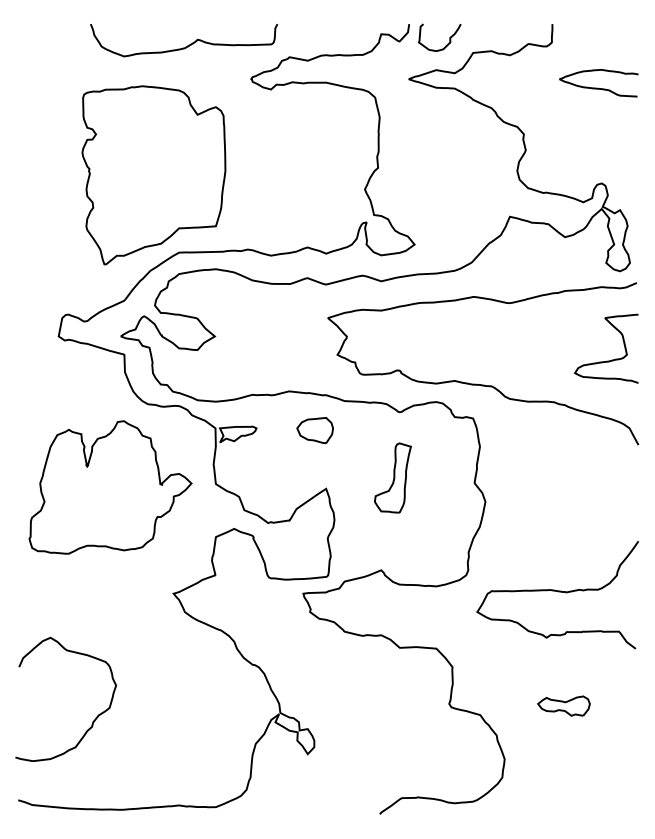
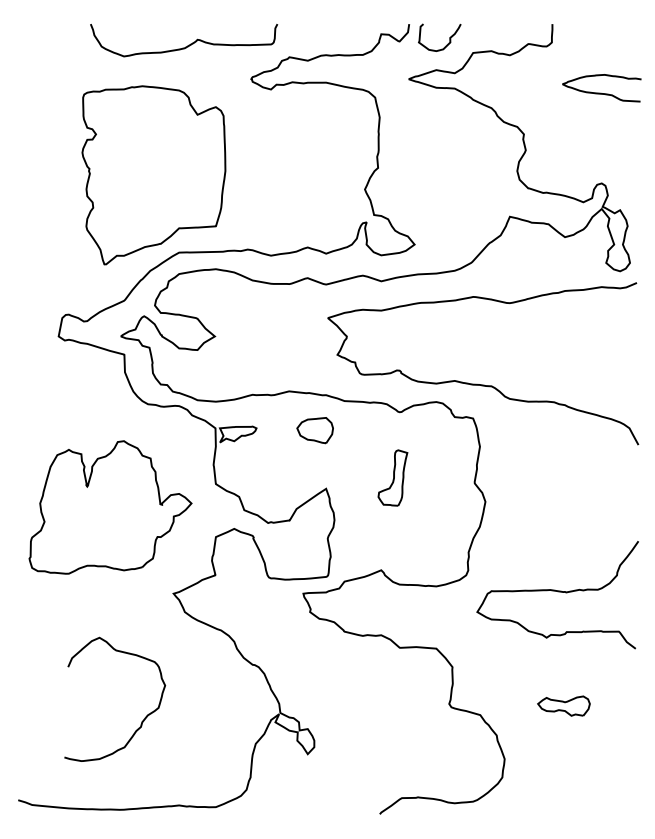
curve at (598, 87) position: (598, 87) -> (601, 92)
curve at (606, 360): present -> none
part at (392, 477) size: 38x72 px -> 32x58 px
part at (110, 487) position: (110, 487) -> (110, 507)
curve at (95, 717) position: (95, 717) -> (144, 717)
